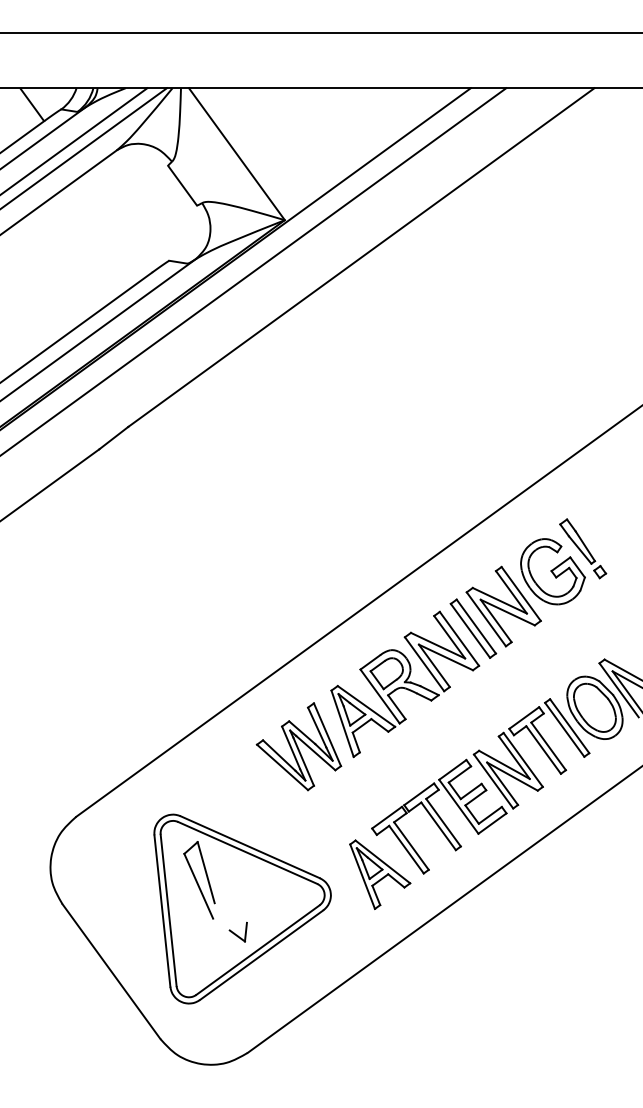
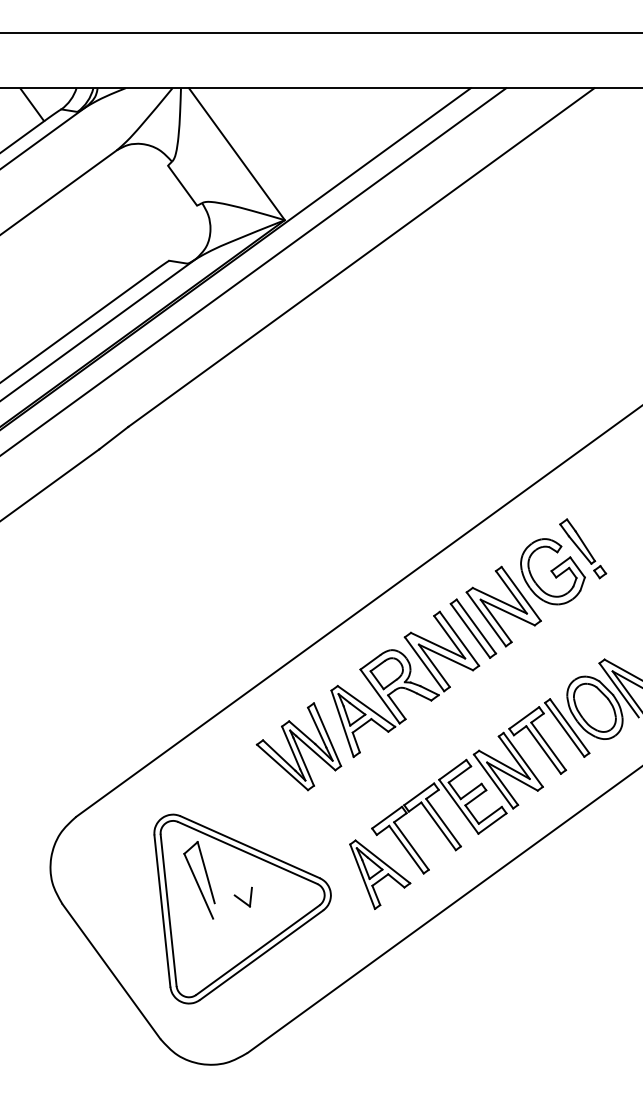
line at (74, 140): present -> none
line at (84, 147): present -> none
part at (237, 931) position: (237, 931) -> (242, 896)
